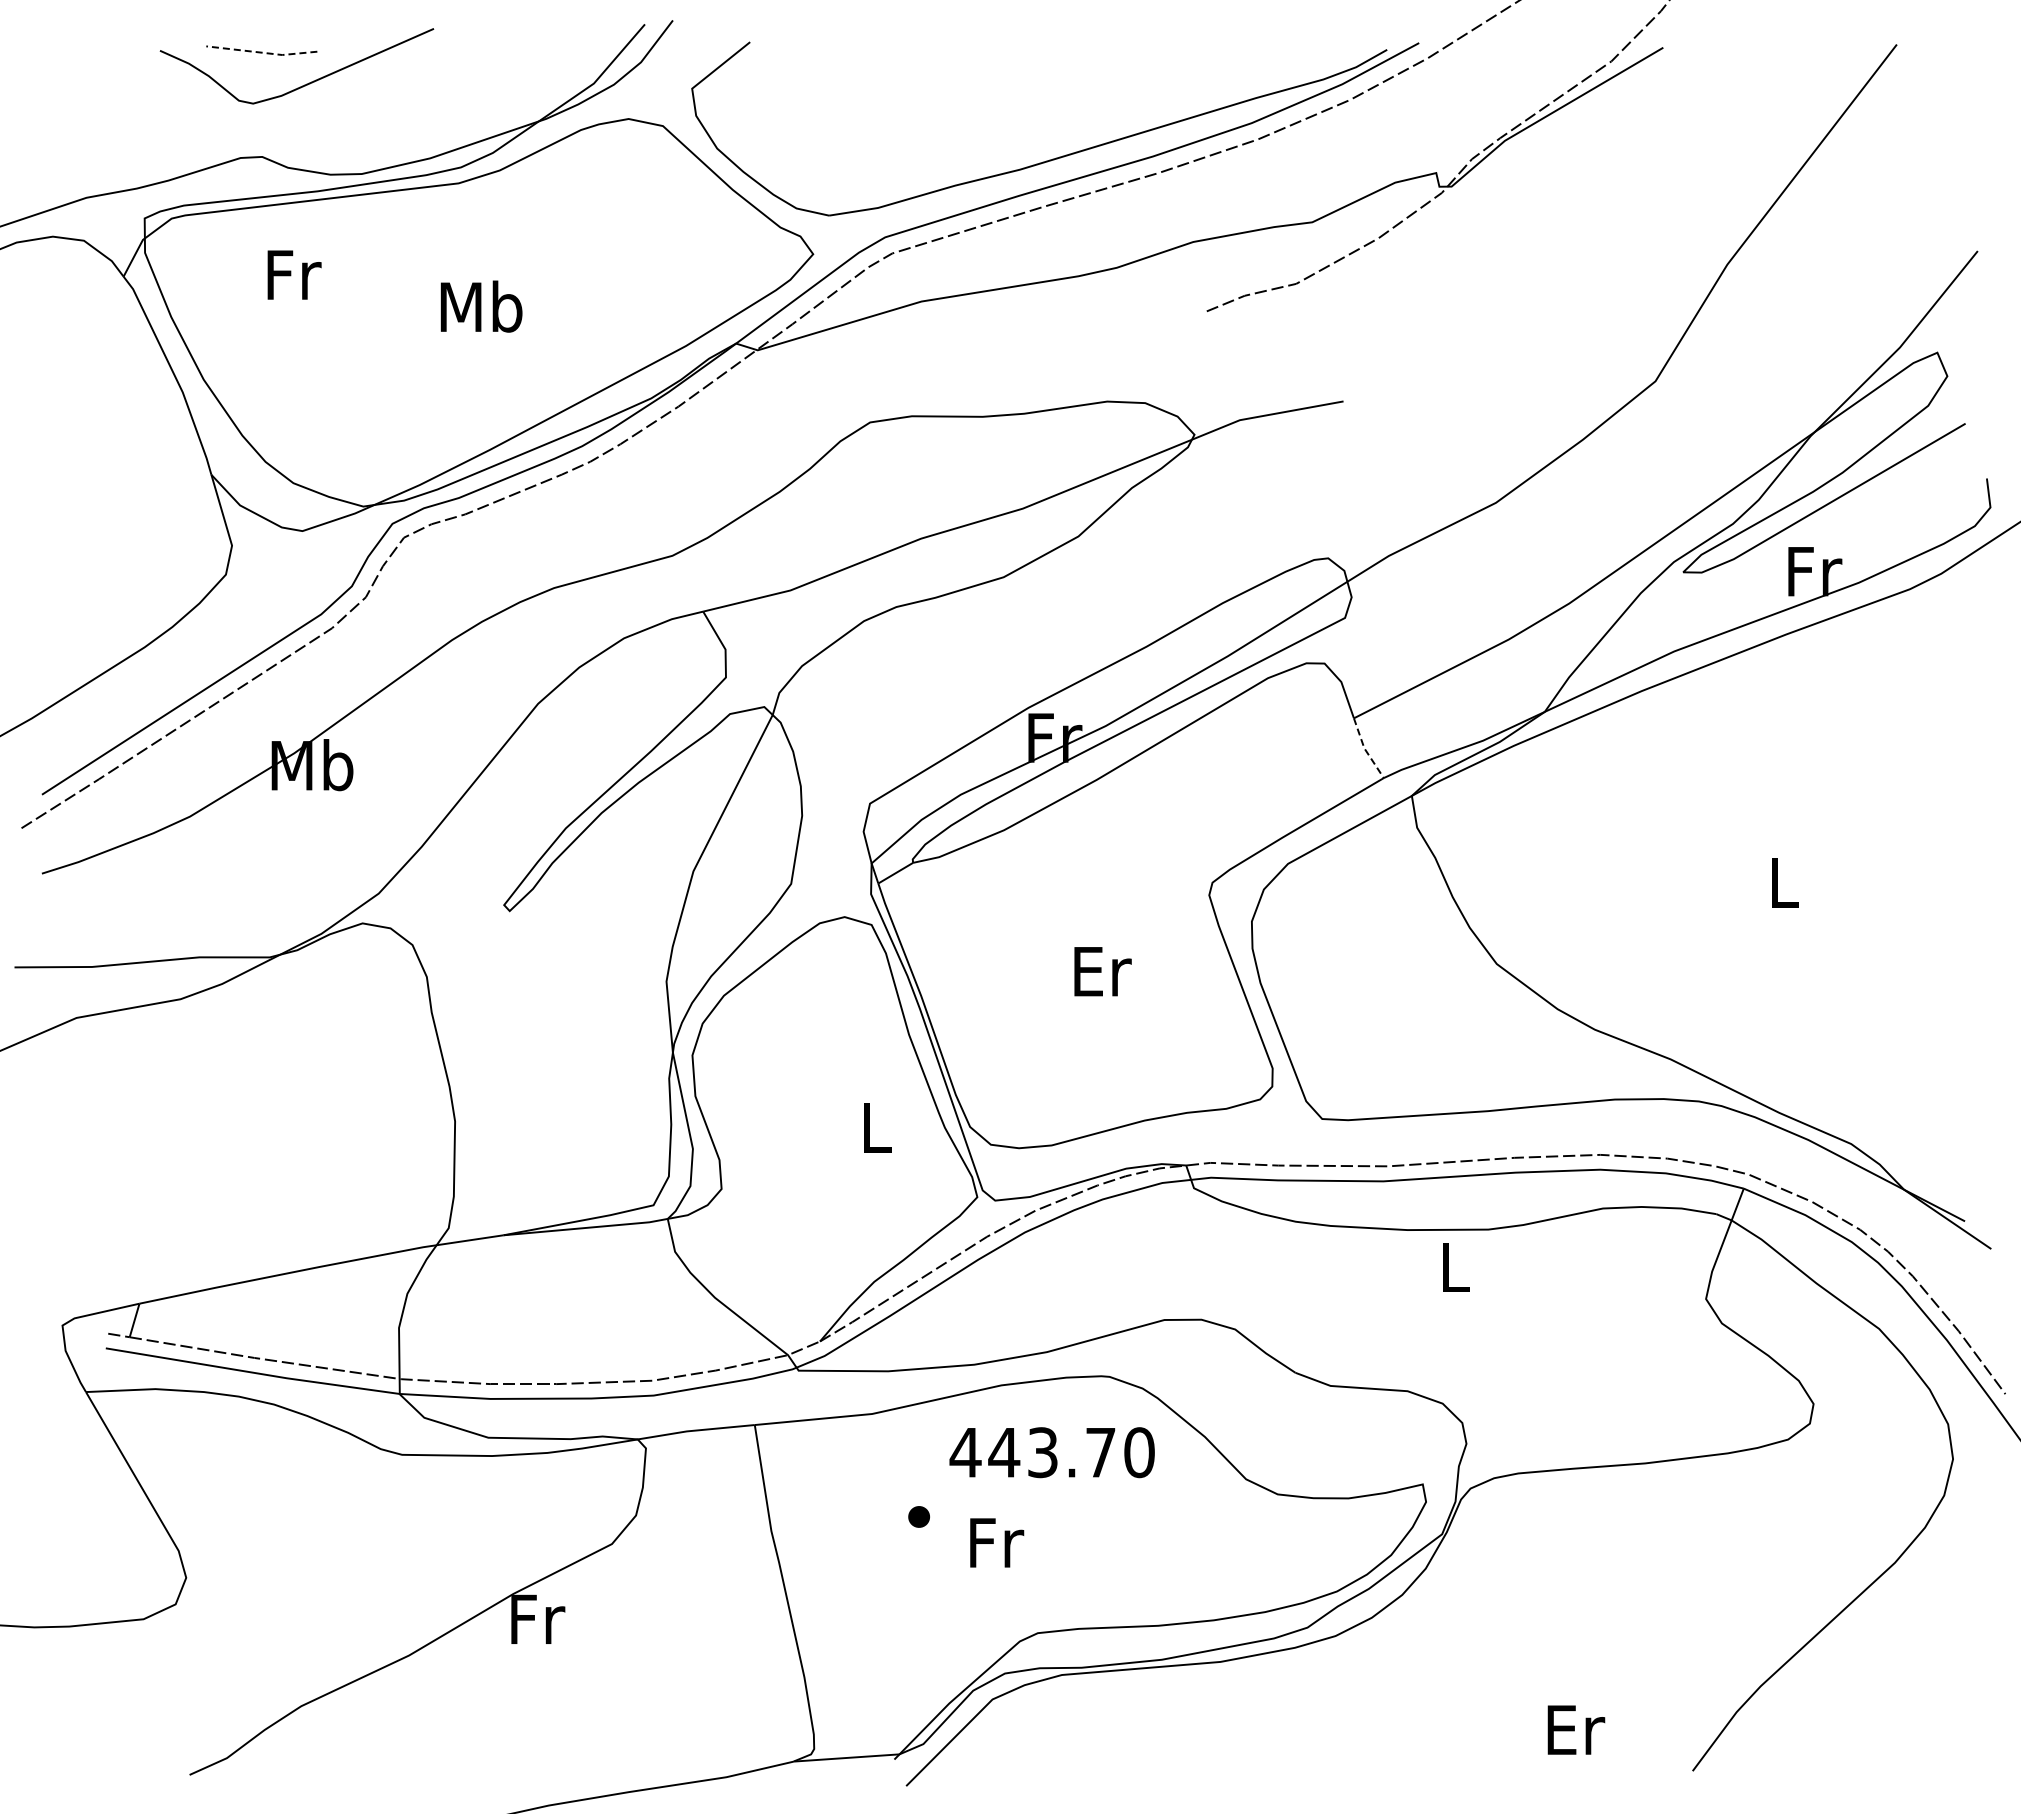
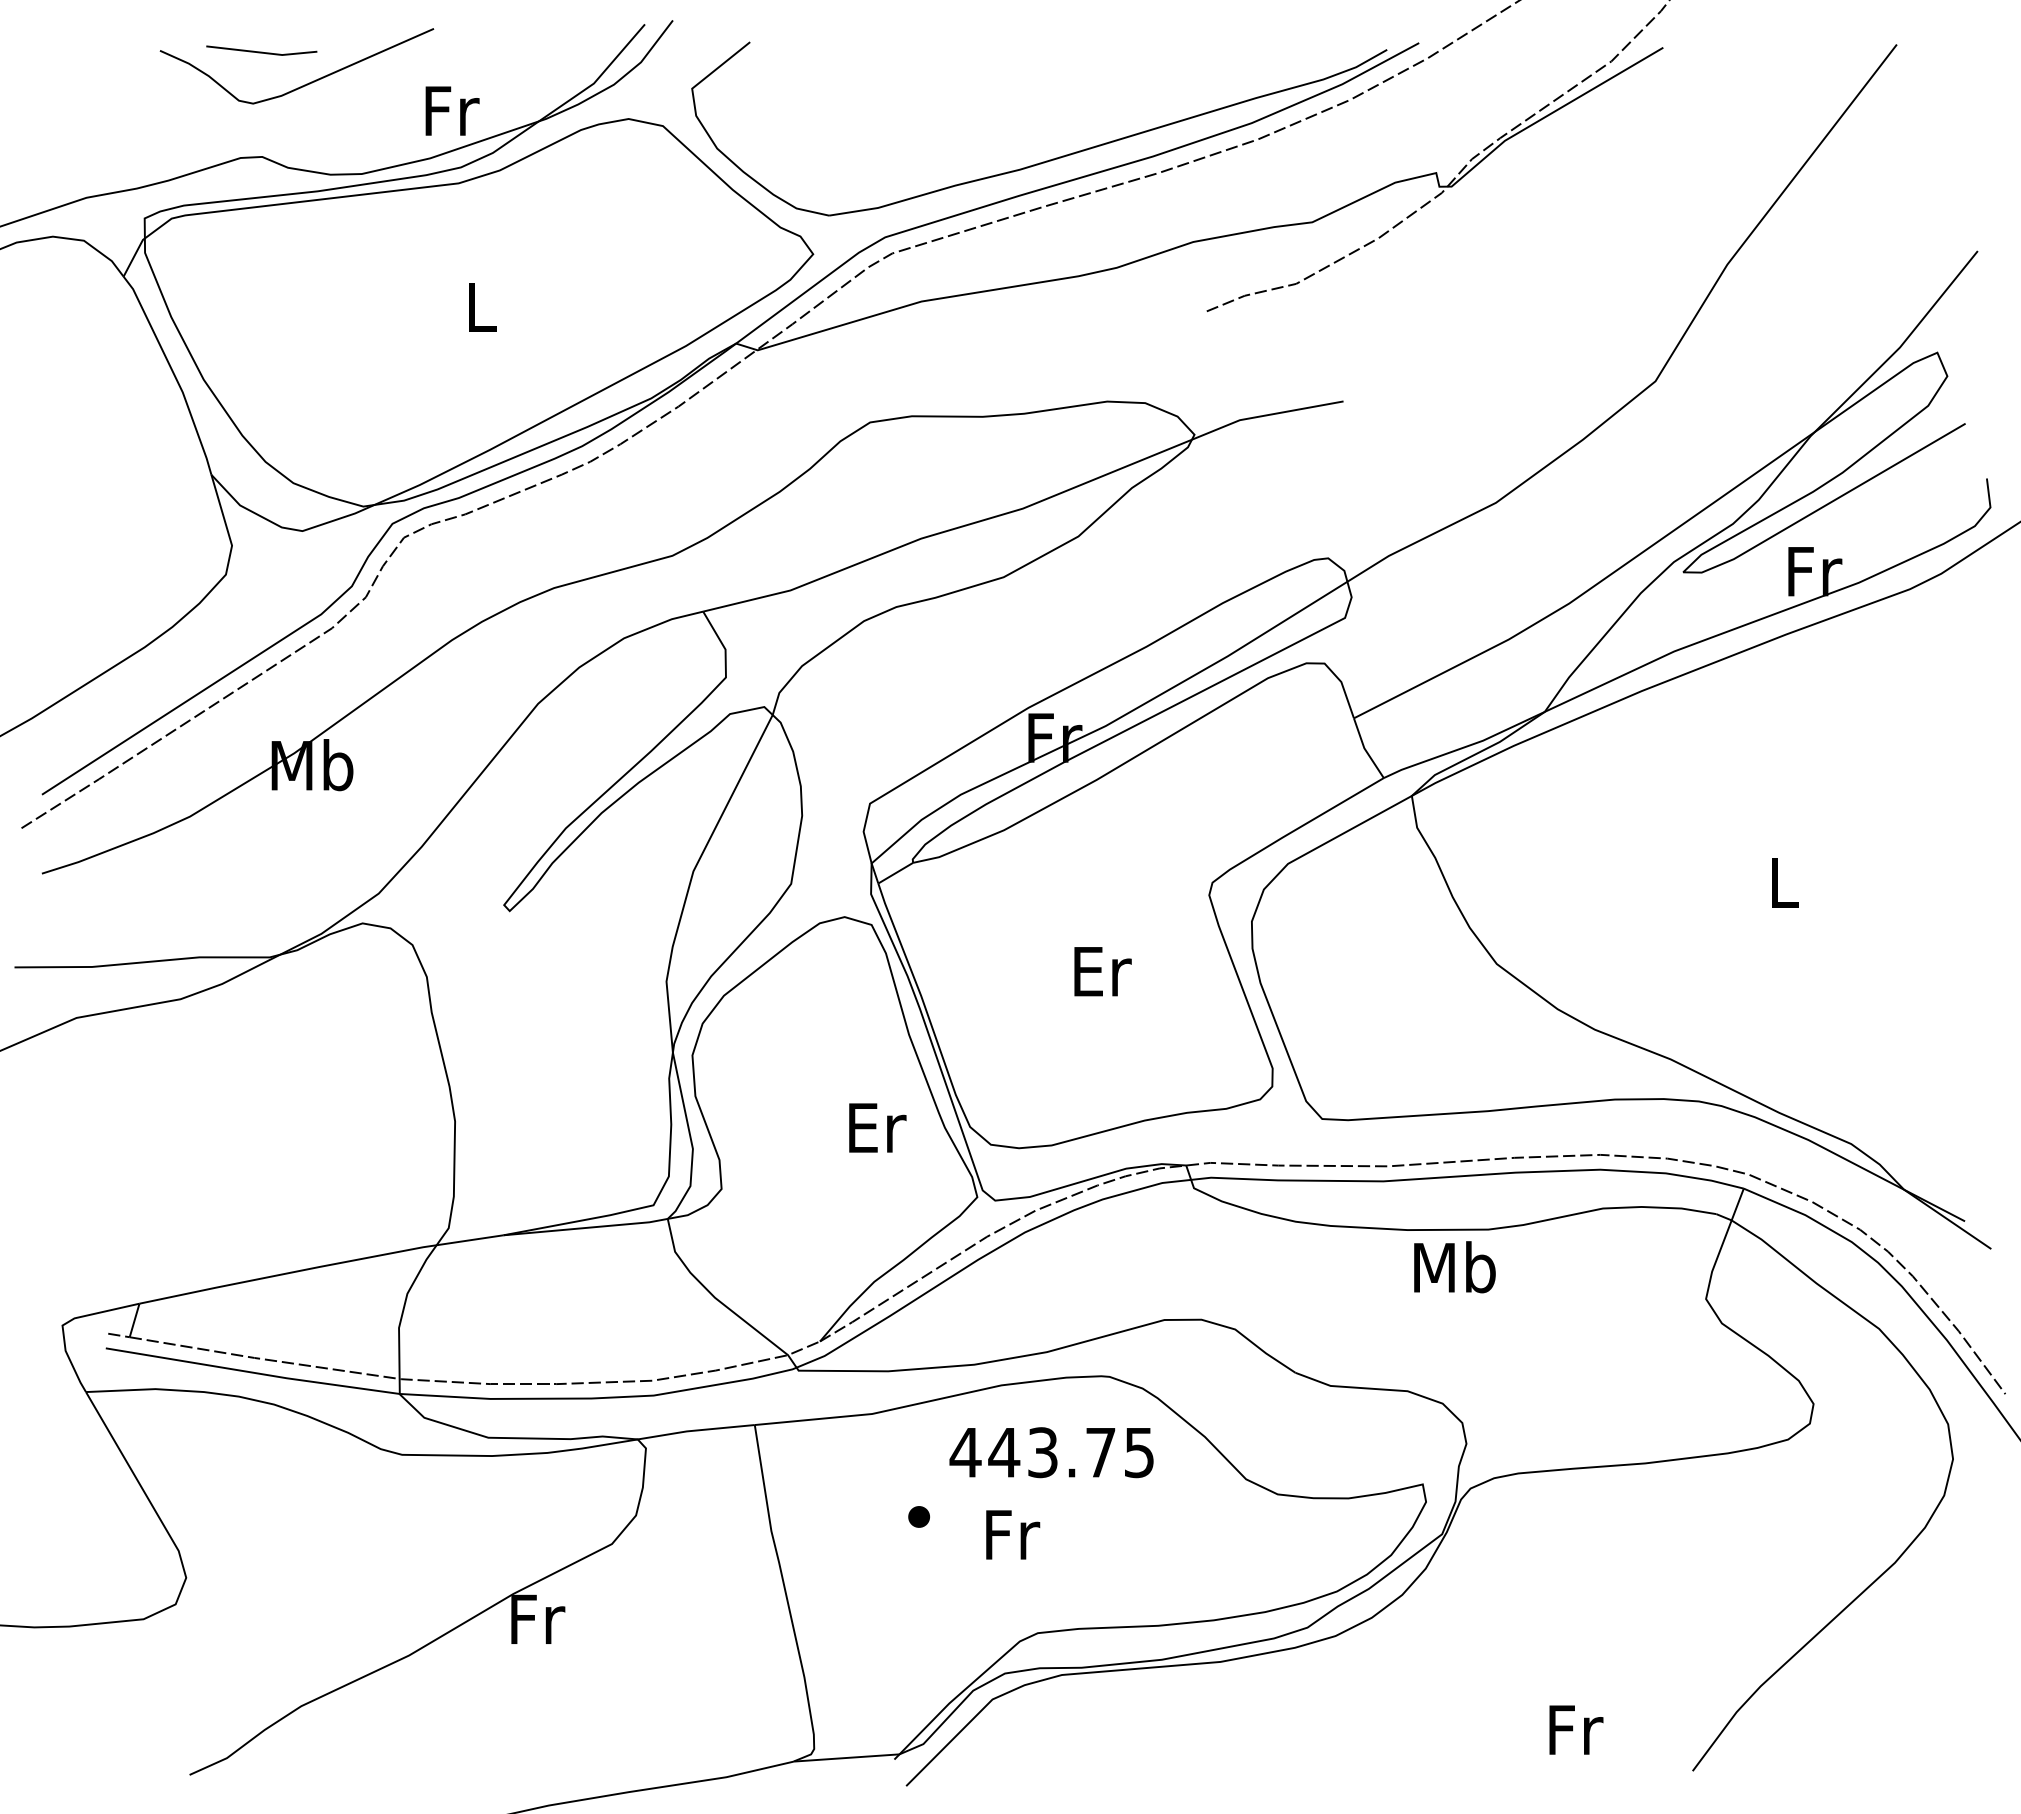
line at (262, 52): dashed -> solid
text at (294, 274) position: (294, 274) -> (452, 110)
text at (481, 306): Mb -> L
line at (1365, 749): dashed -> solid
text at (877, 1127): L -> Er
text at (1454, 1267): L -> Mb
text at (1139, 1452): 443.70 -> 443.75
text at (997, 1542) position: (997, 1542) -> (1013, 1534)
text at (1576, 1729): Er -> Fr
